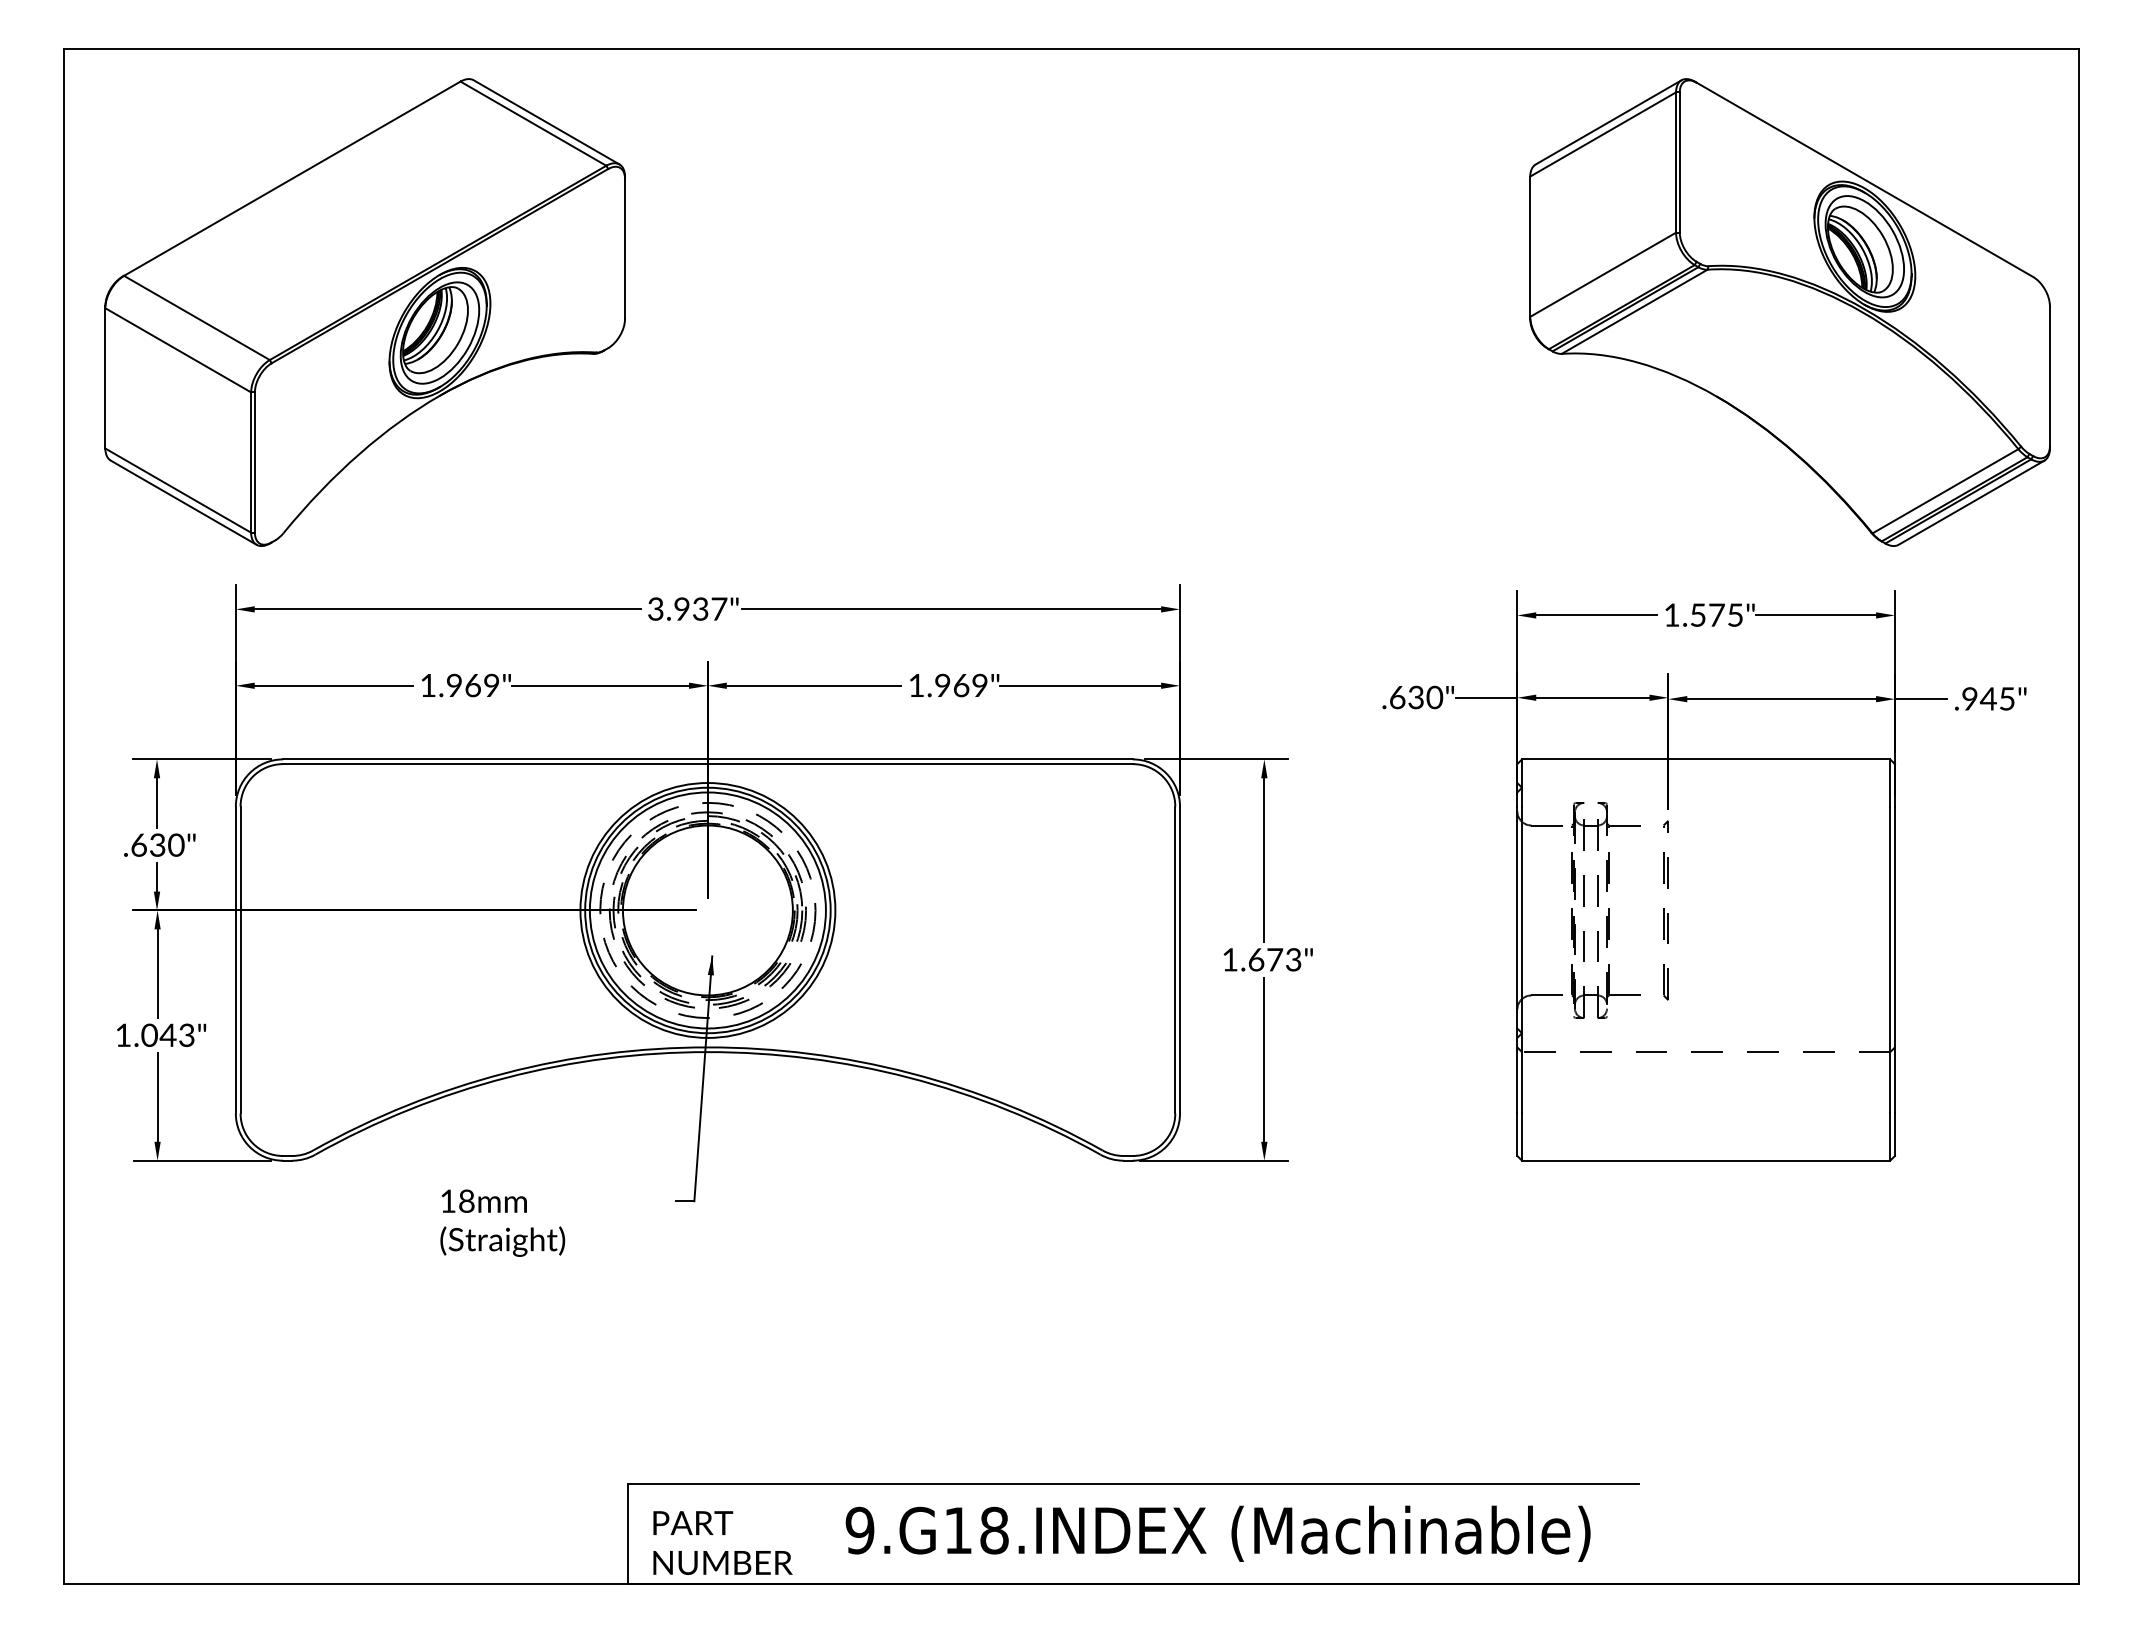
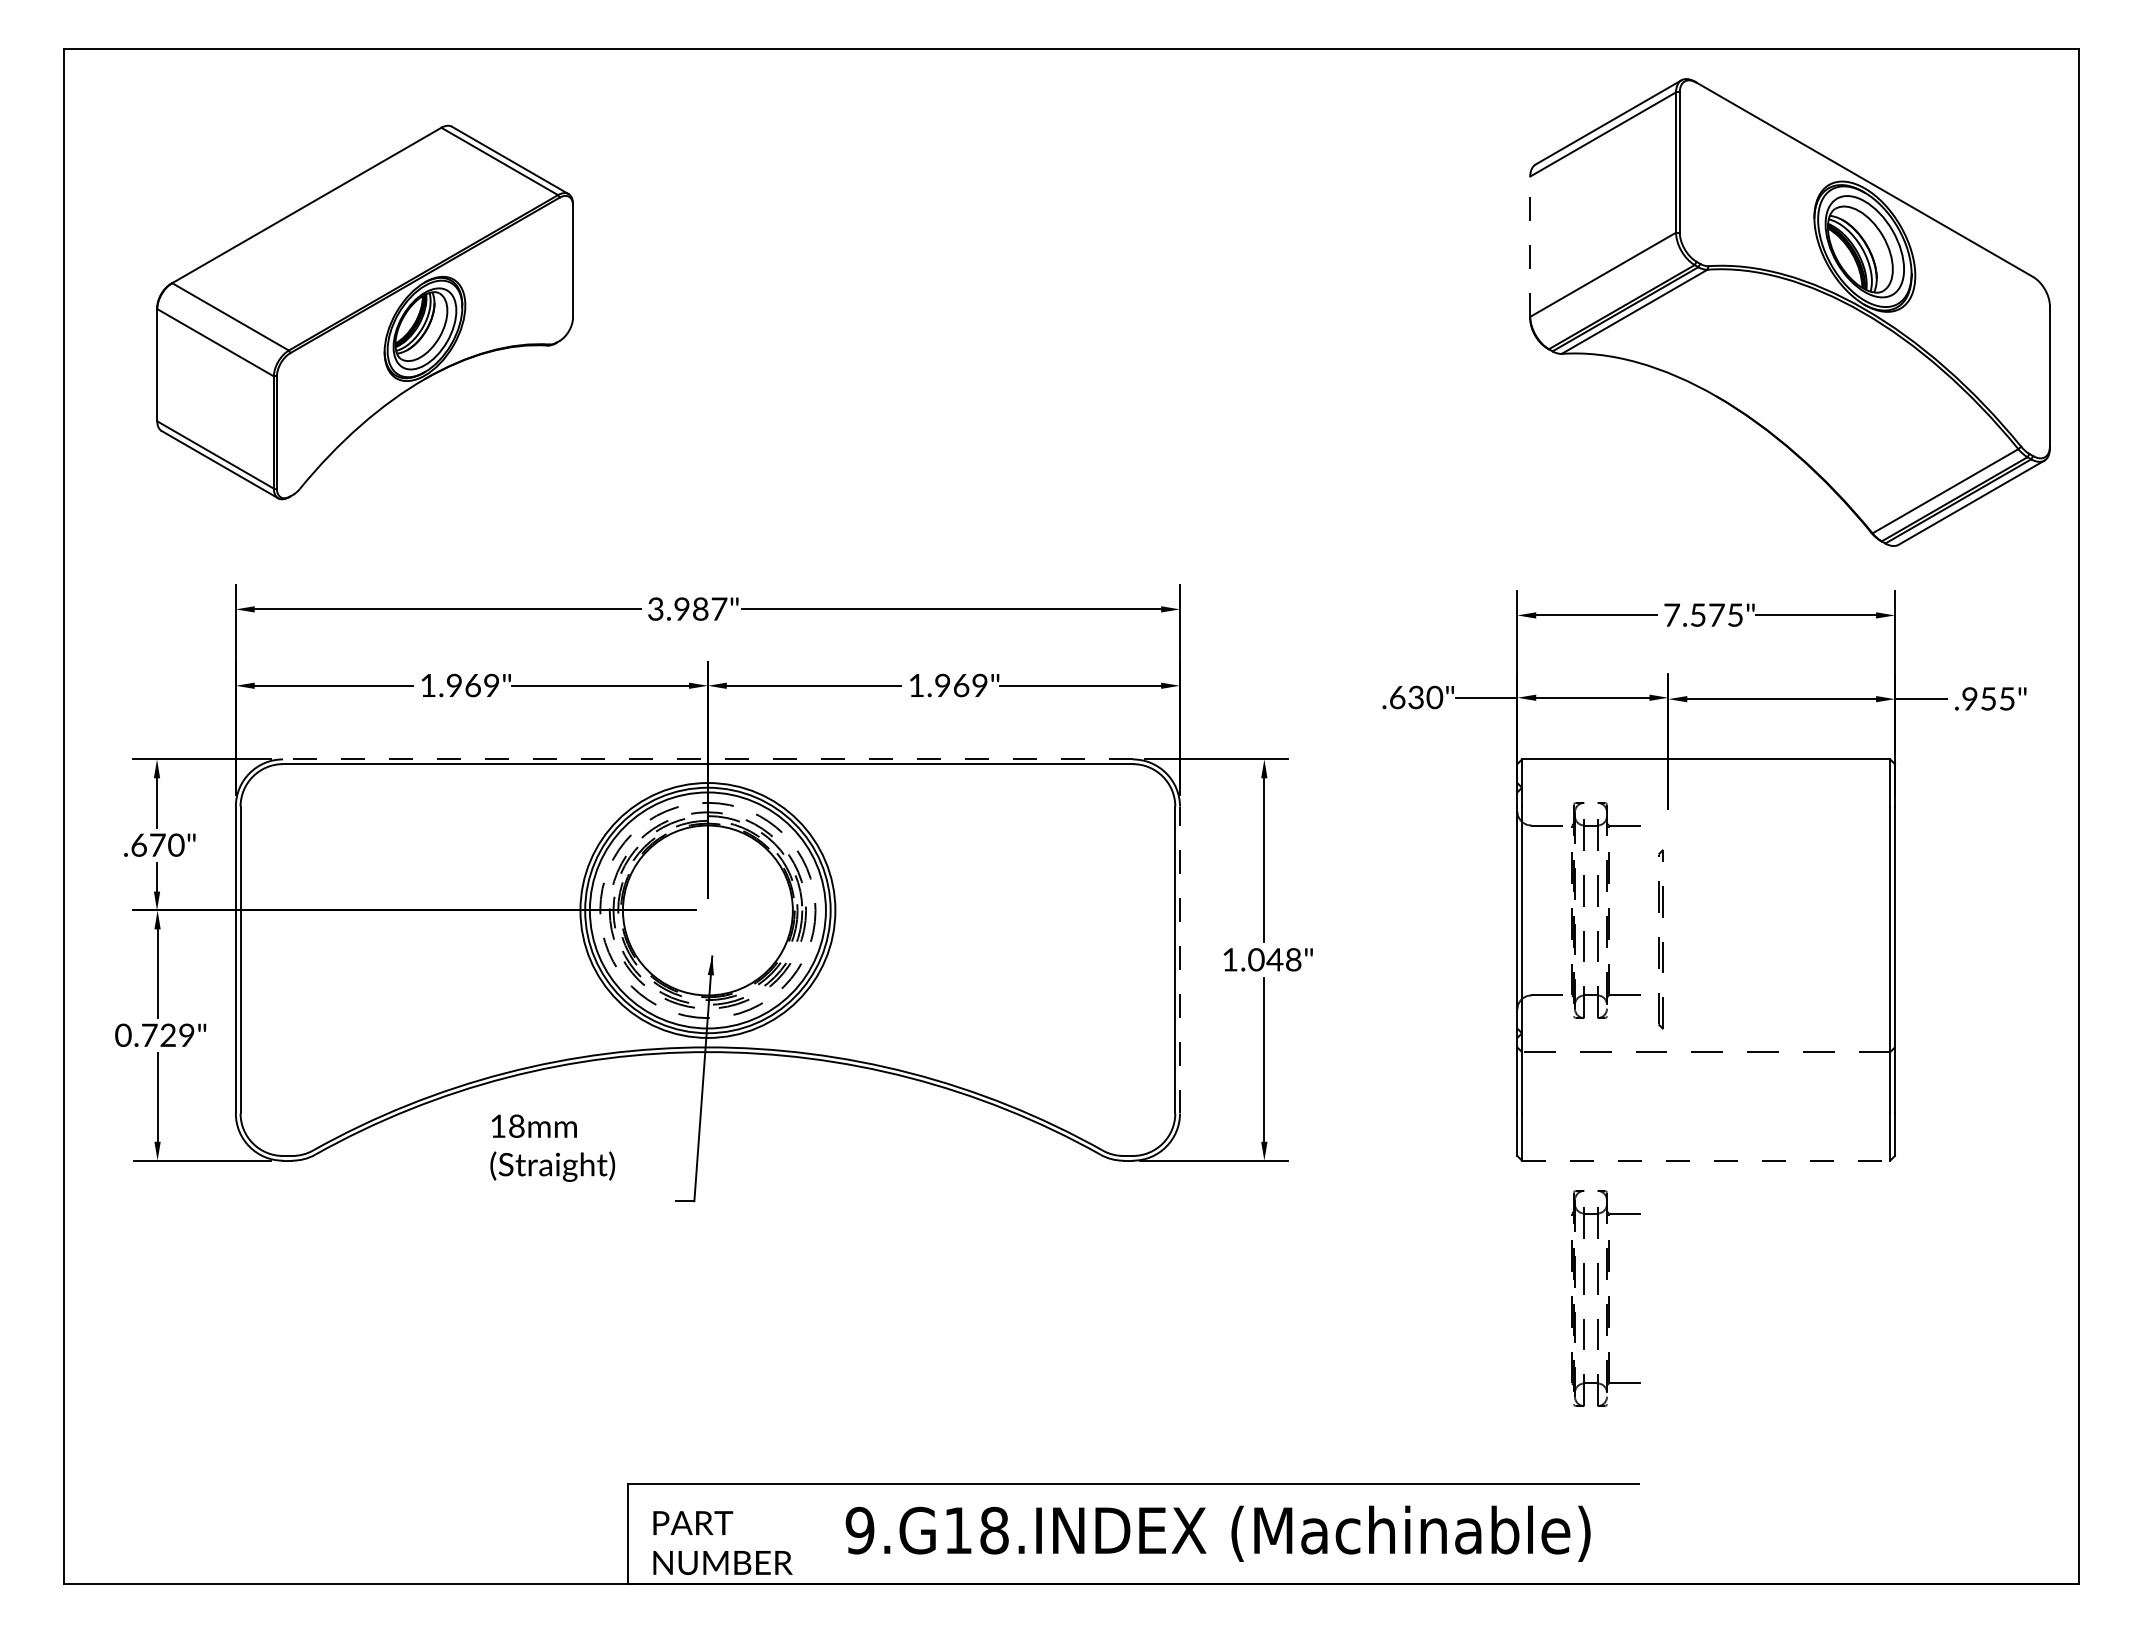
line at (1530, 246): solid -> dashed
part at (364, 312) size: 522x469 px -> 418x377 px
text at (700, 609): 3.937" -> 3.987"
text at (1671, 614): 1.575" -> 7.575"
text at (1987, 698): .945" -> .955"
line at (707, 759): solid -> dashed
text at (157, 844): .630" -> .670"
part at (1665, 910) position: (1665, 910) -> (1660, 939)
line at (1179, 959): solid -> dashed
text at (1274, 959): 1.673" -> 1.048"
text at (154, 1034): 1.043" -> 0.729"
line at (1706, 1160): solid -> dashed
text at (502, 1222) position: (502, 1222) -> (552, 1147)
part at (1605, 1298): none -> present
